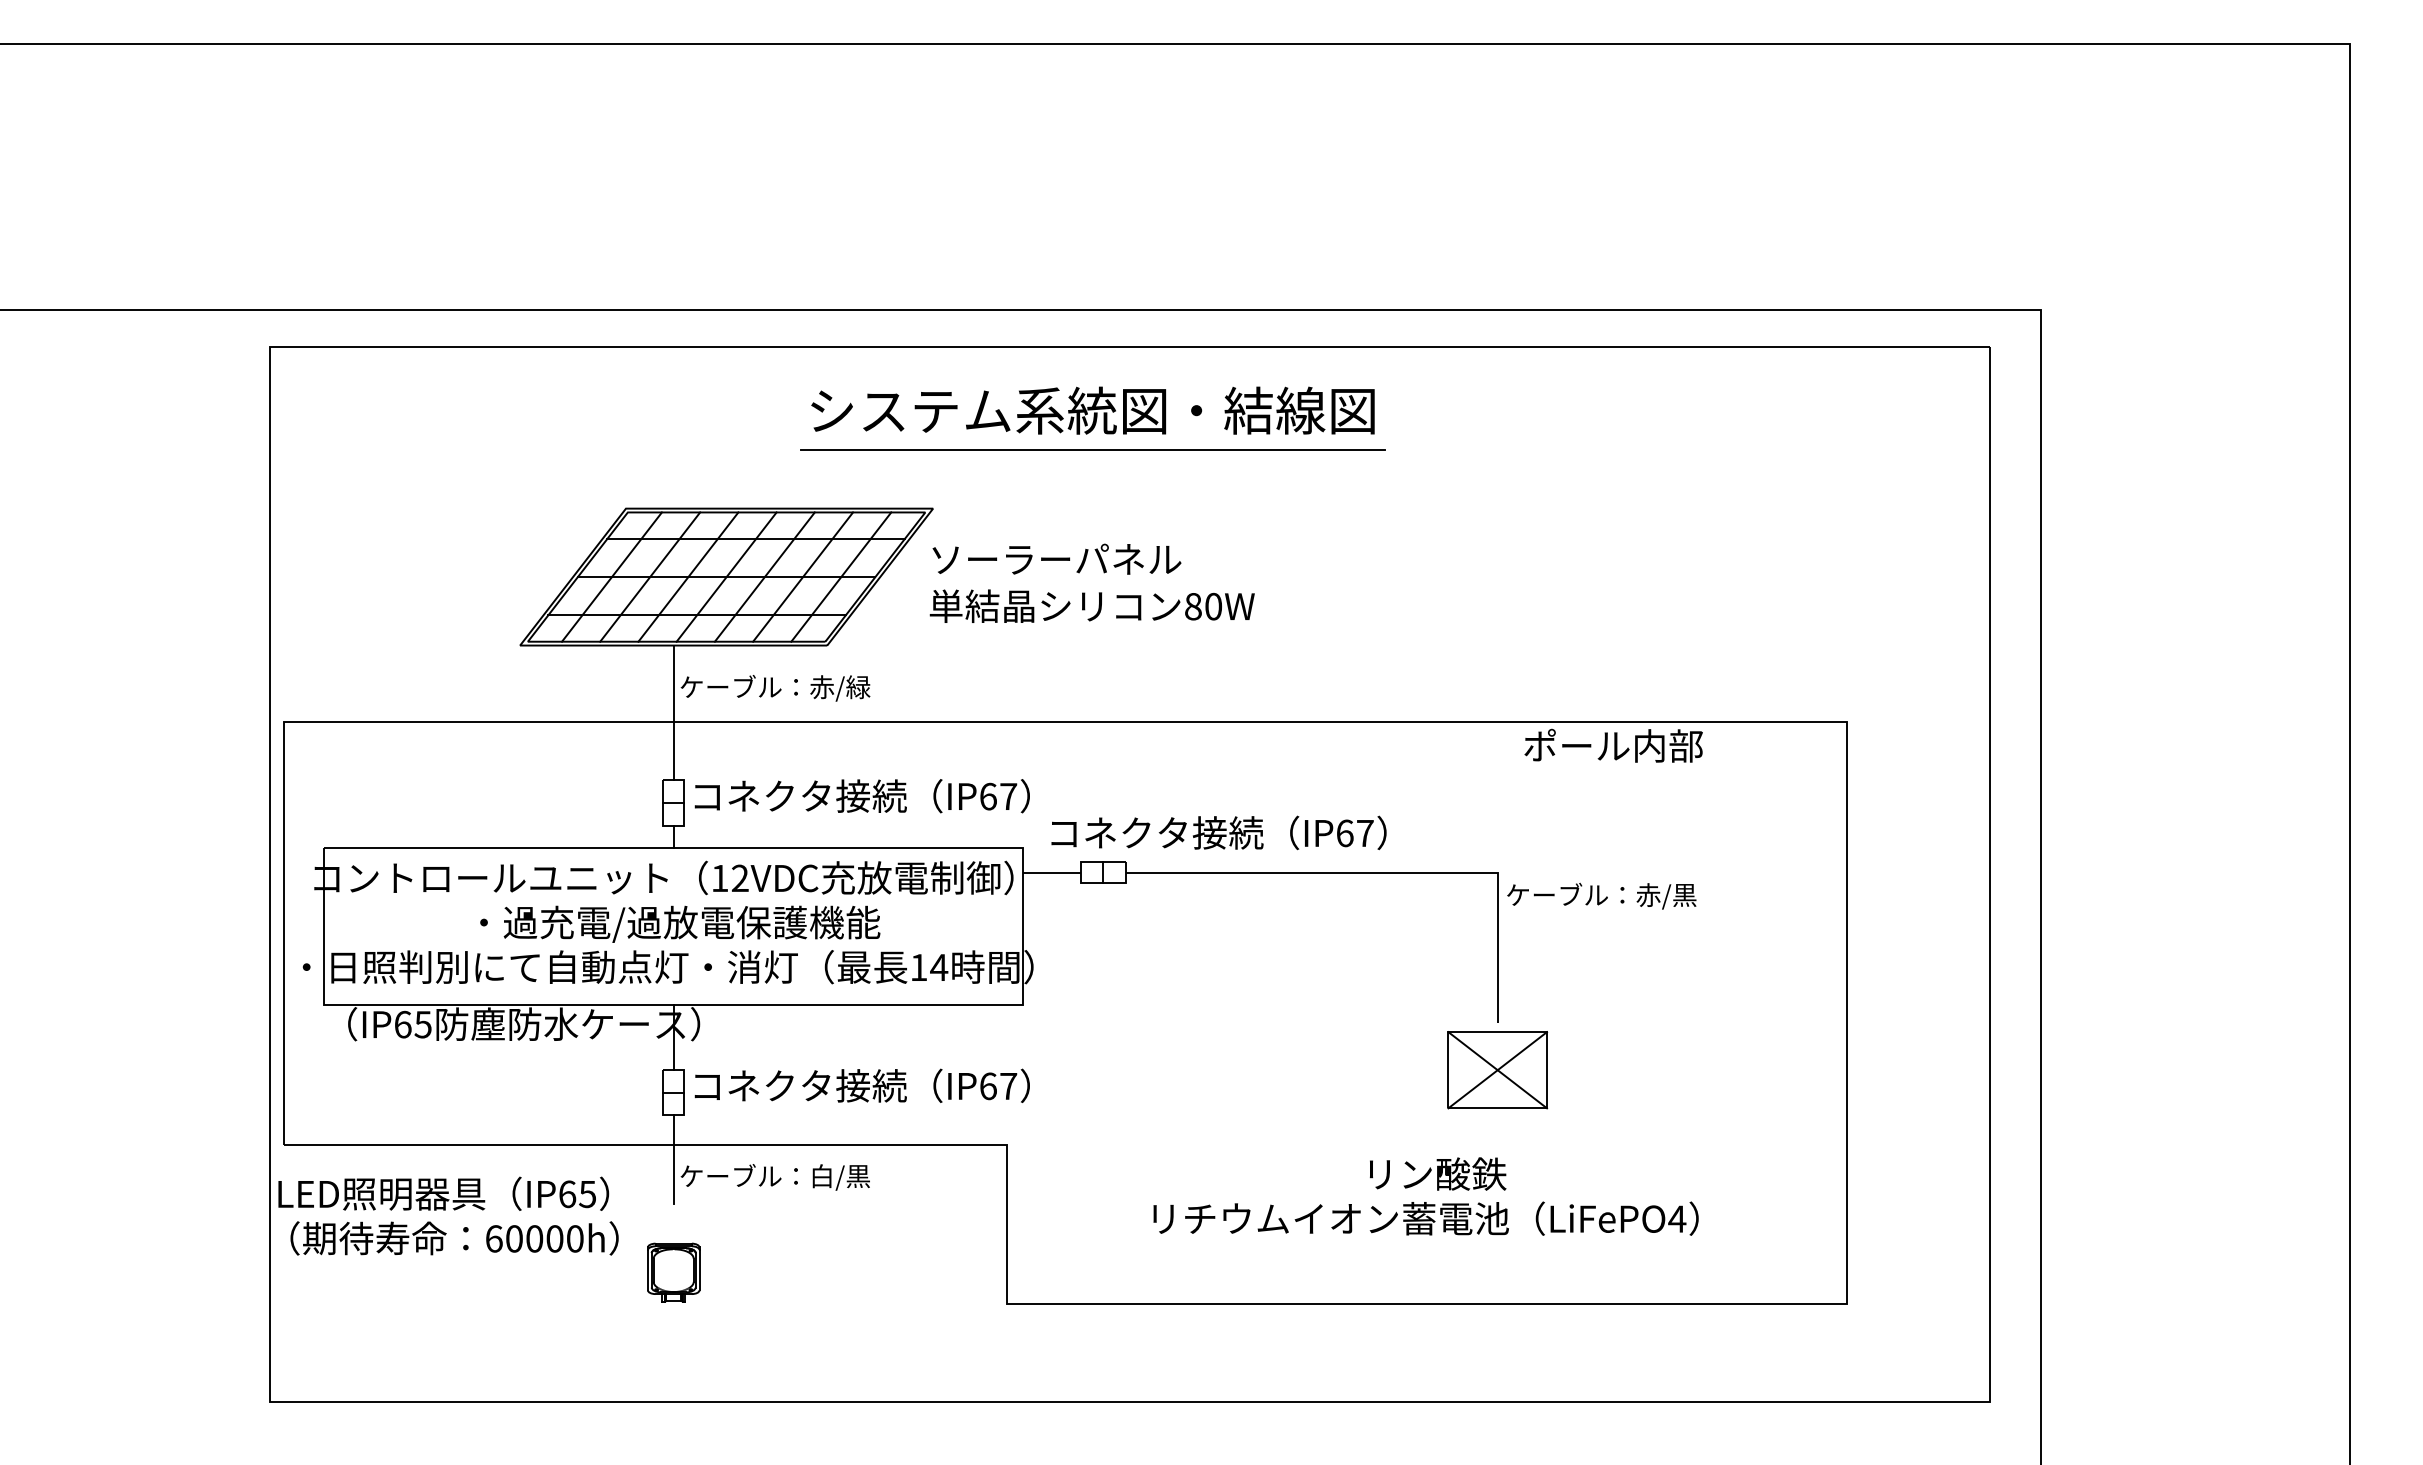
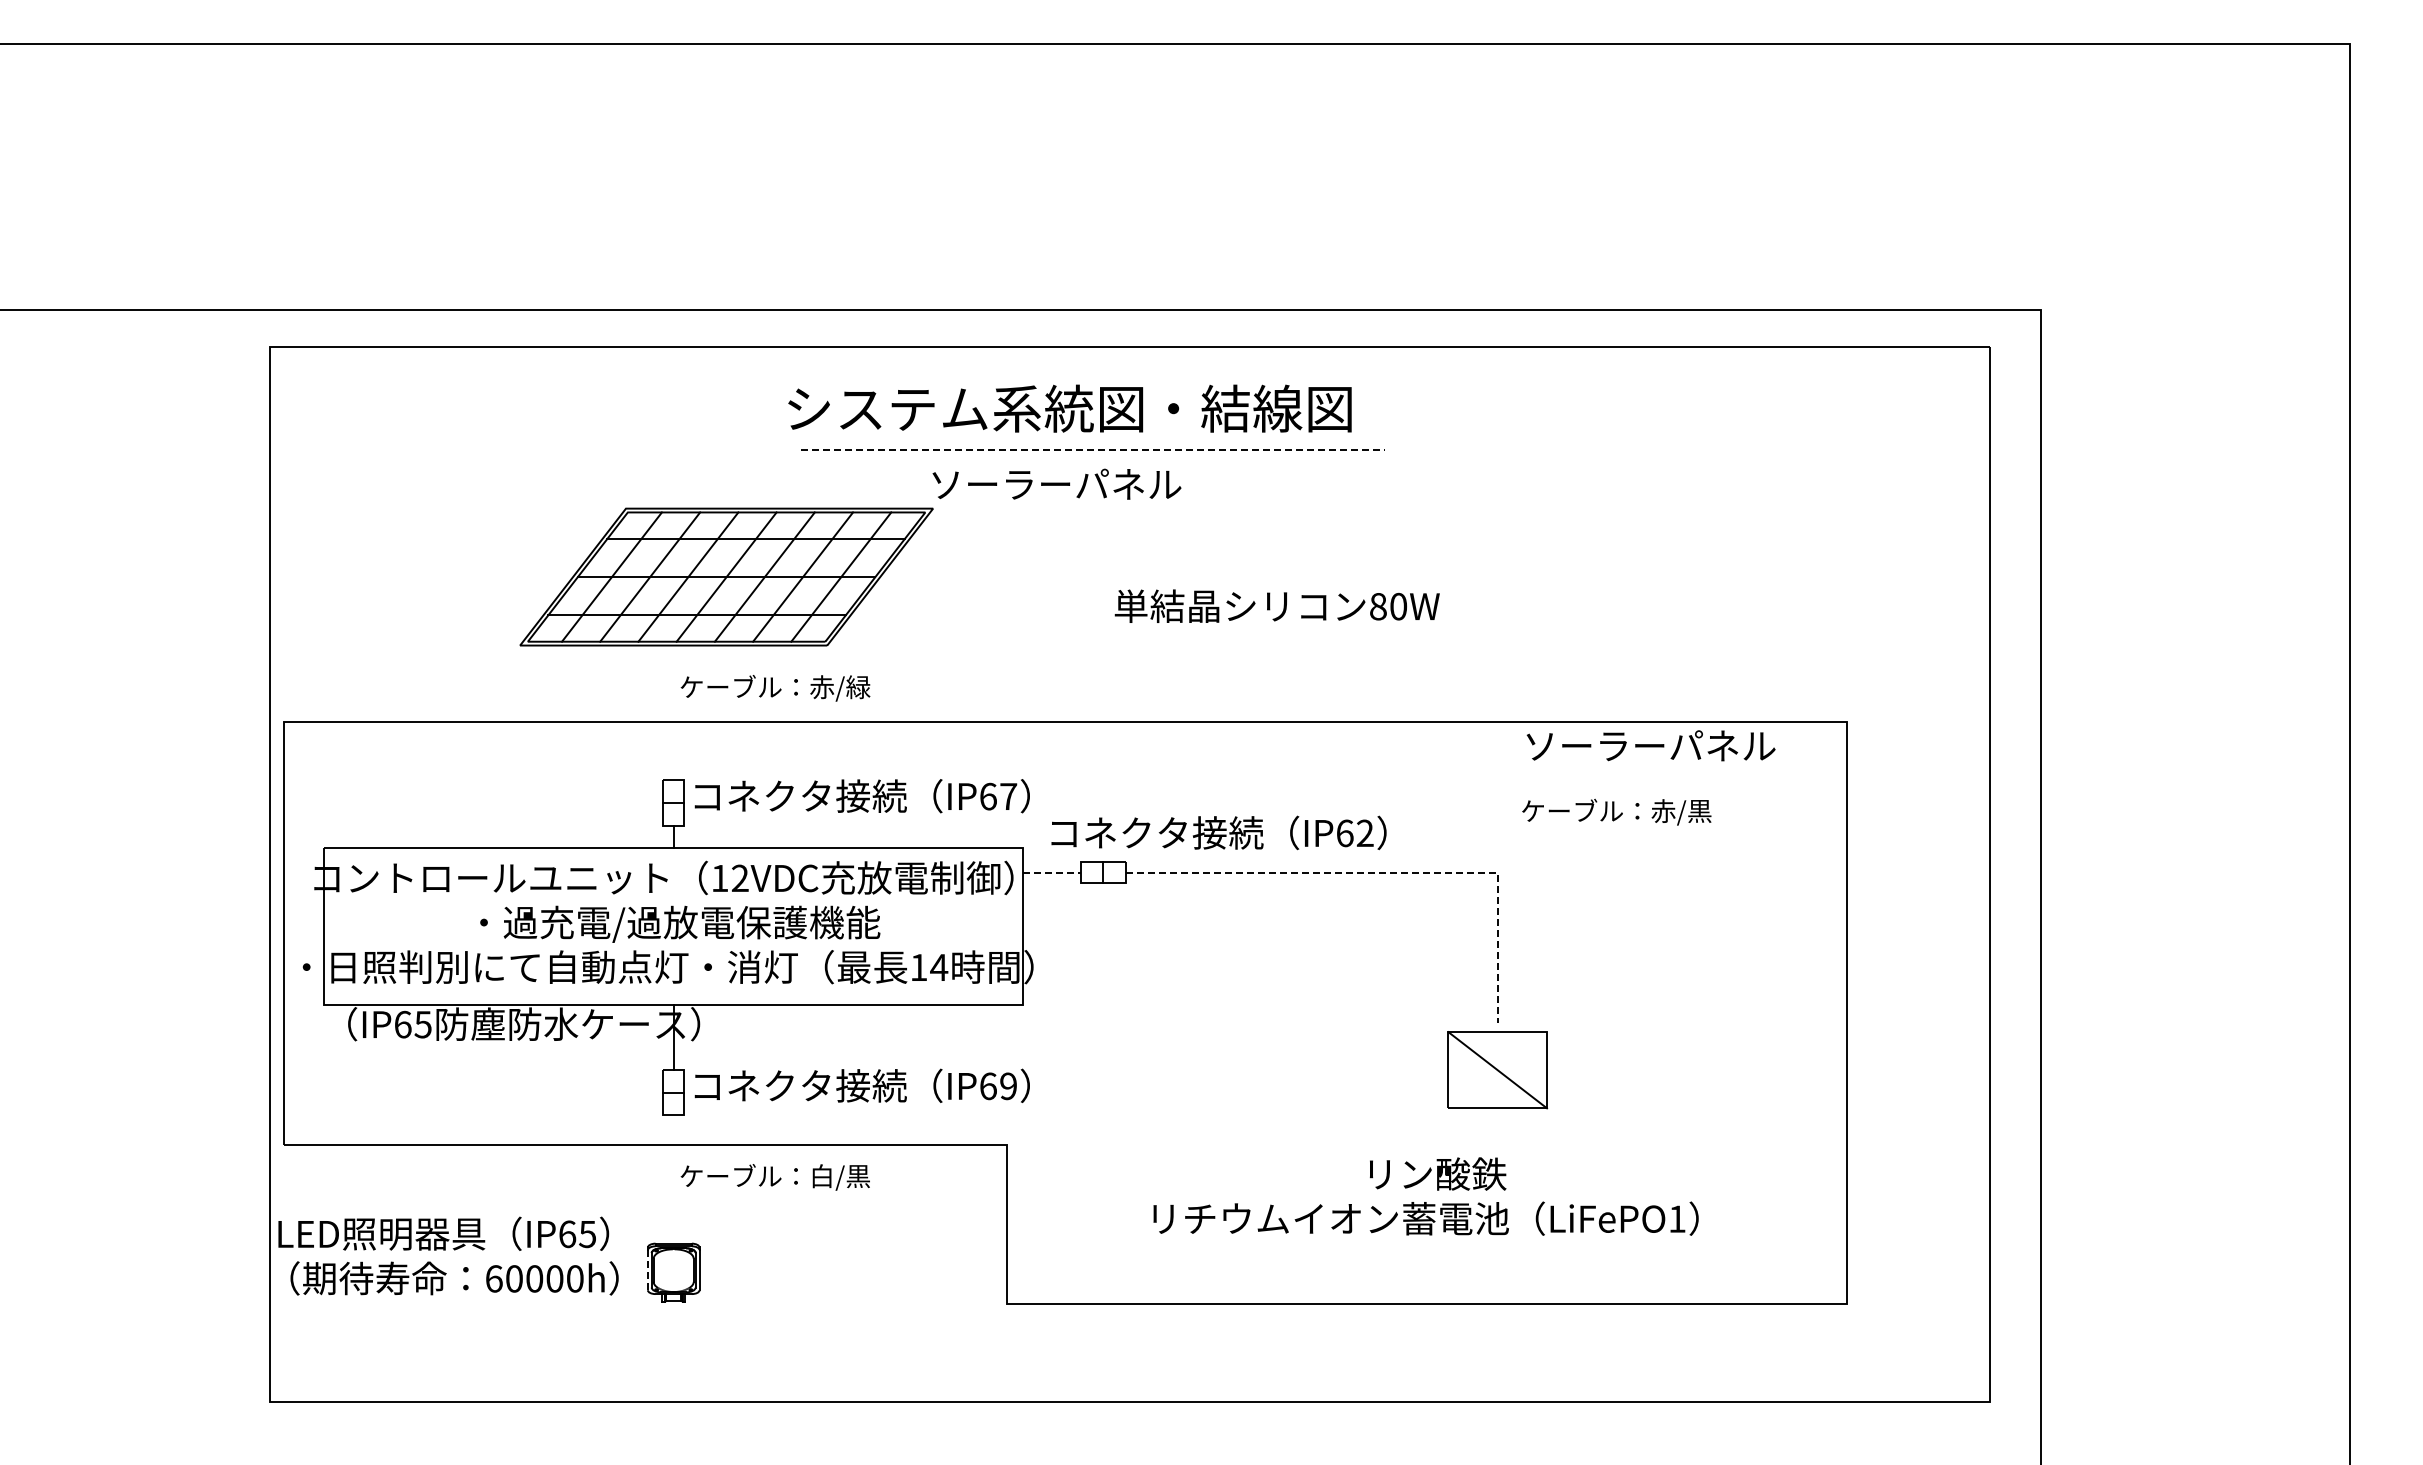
text at (1092, 410) position: (1092, 410) -> (1069, 408)
line at (1092, 449): solid -> dashed
text at (1056, 558) position: (1056, 558) -> (1056, 483)
text at (1091, 605) position: (1091, 605) -> (1276, 605)
line at (673, 712): present -> none
text at (1649, 745): ポール内部 -> ソーラーパネル
text at (1364, 832): IP67 -> IP62
line at (1052, 872): solid -> dashed
line at (1387, 872): solid -> dashed
text at (1601, 895) position: (1601, 895) -> (1616, 811)
line at (1497, 1070): present -> none
text at (1008, 1086): IP67 -> IP69
line at (673, 1159): present -> none
text at (448, 1215) position: (448, 1215) -> (448, 1255)
text at (1677, 1218): LiFePO4 -> LiFePO1
line at (647, 1269): solid -> dashed
